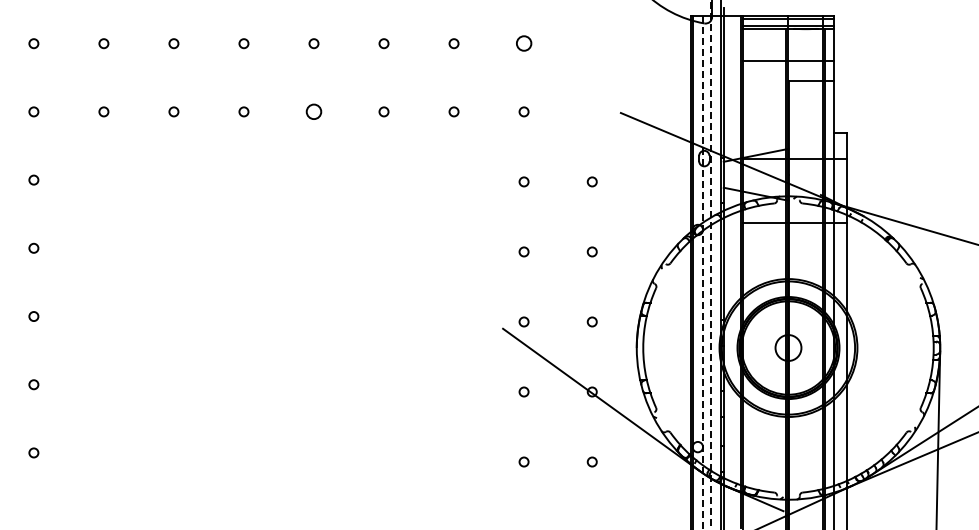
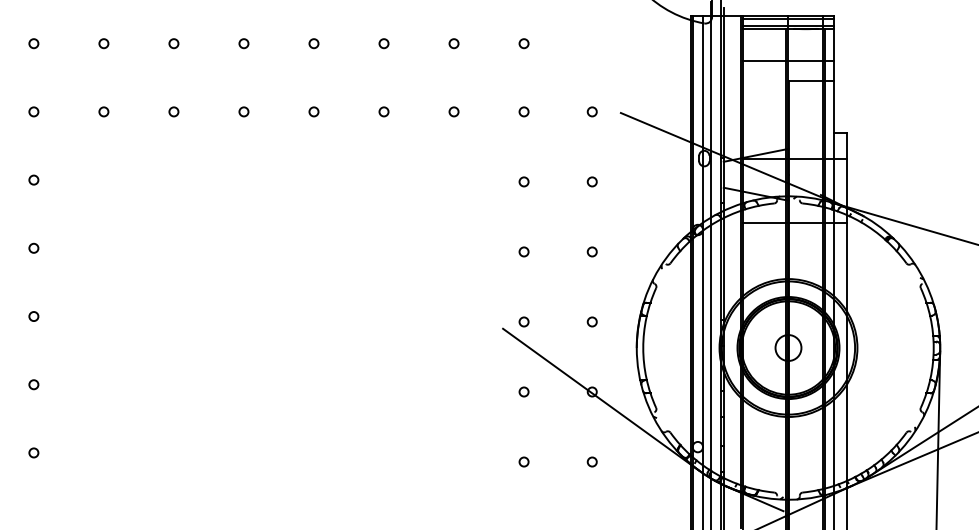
circle at (524, 43) size: 17x17 px -> 12x12 px
circle at (313, 111) size: 18x17 px -> 12x12 px
circle at (591, 111): none -> present
line at (710, 265): dashed -> solid
line at (703, 272): dashed -> solid
